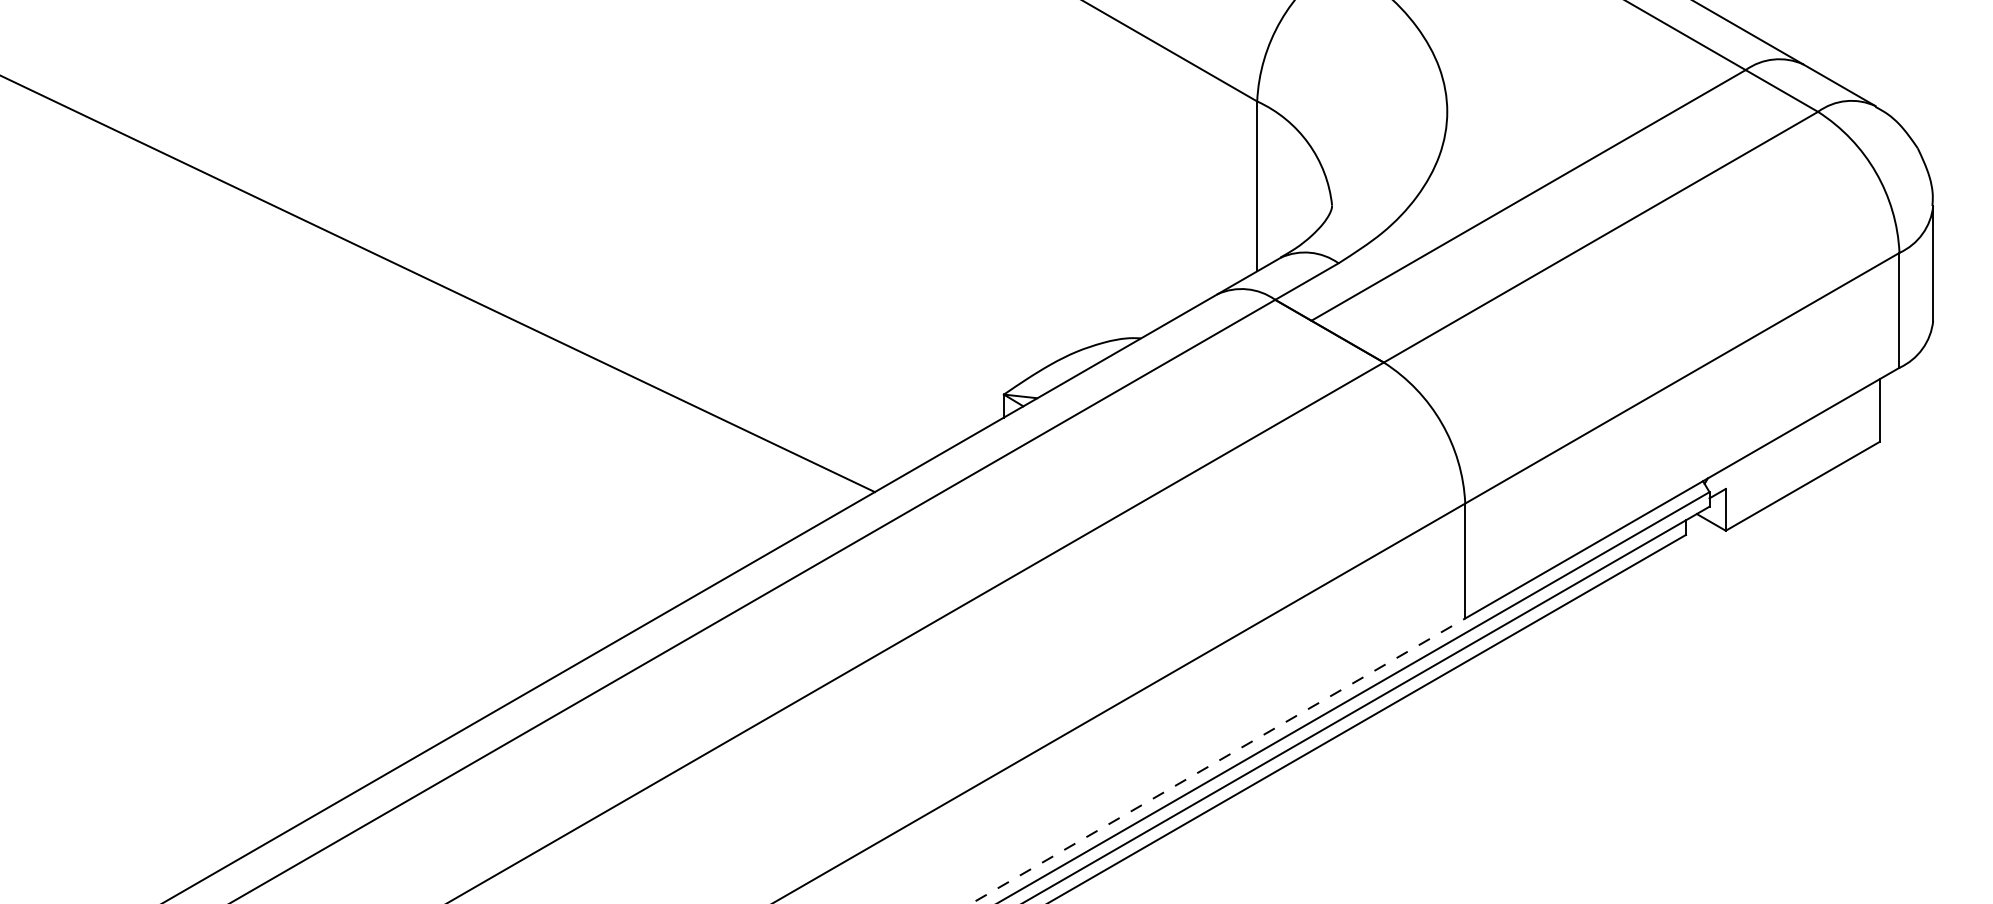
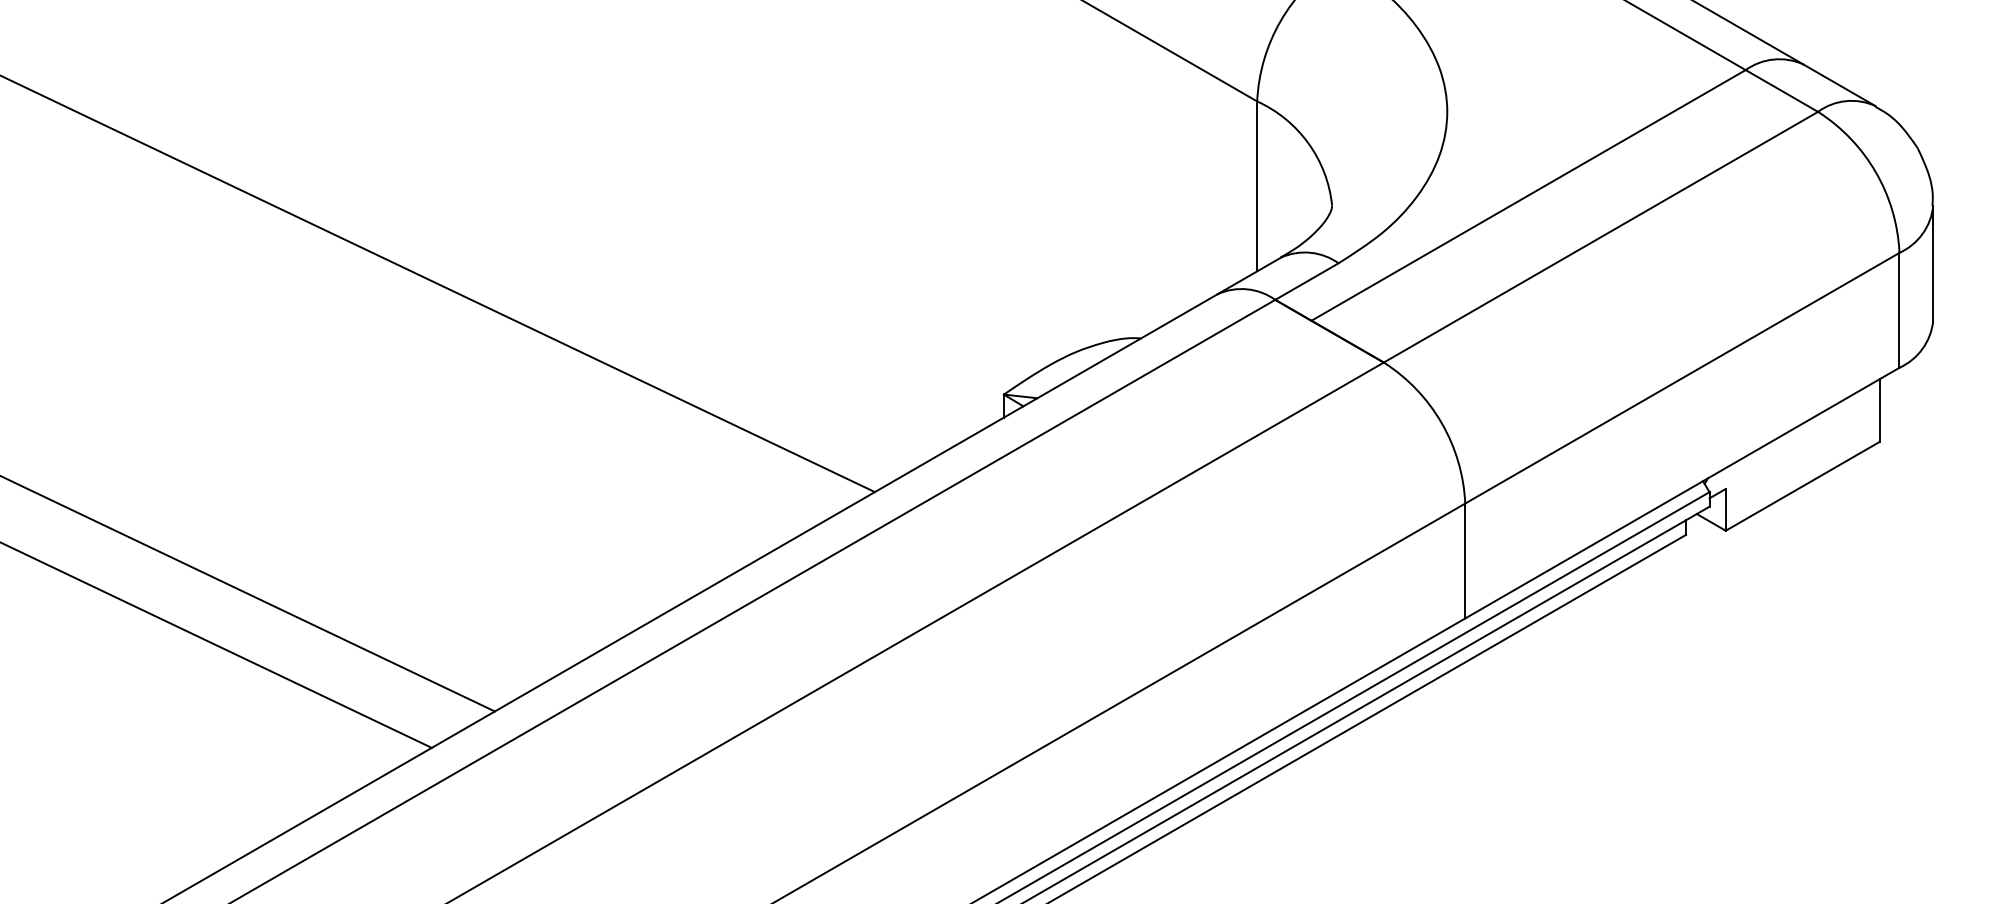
line at (248, 593): none -> present
line at (216, 645): none -> present
line at (1218, 760): dashed -> solid
